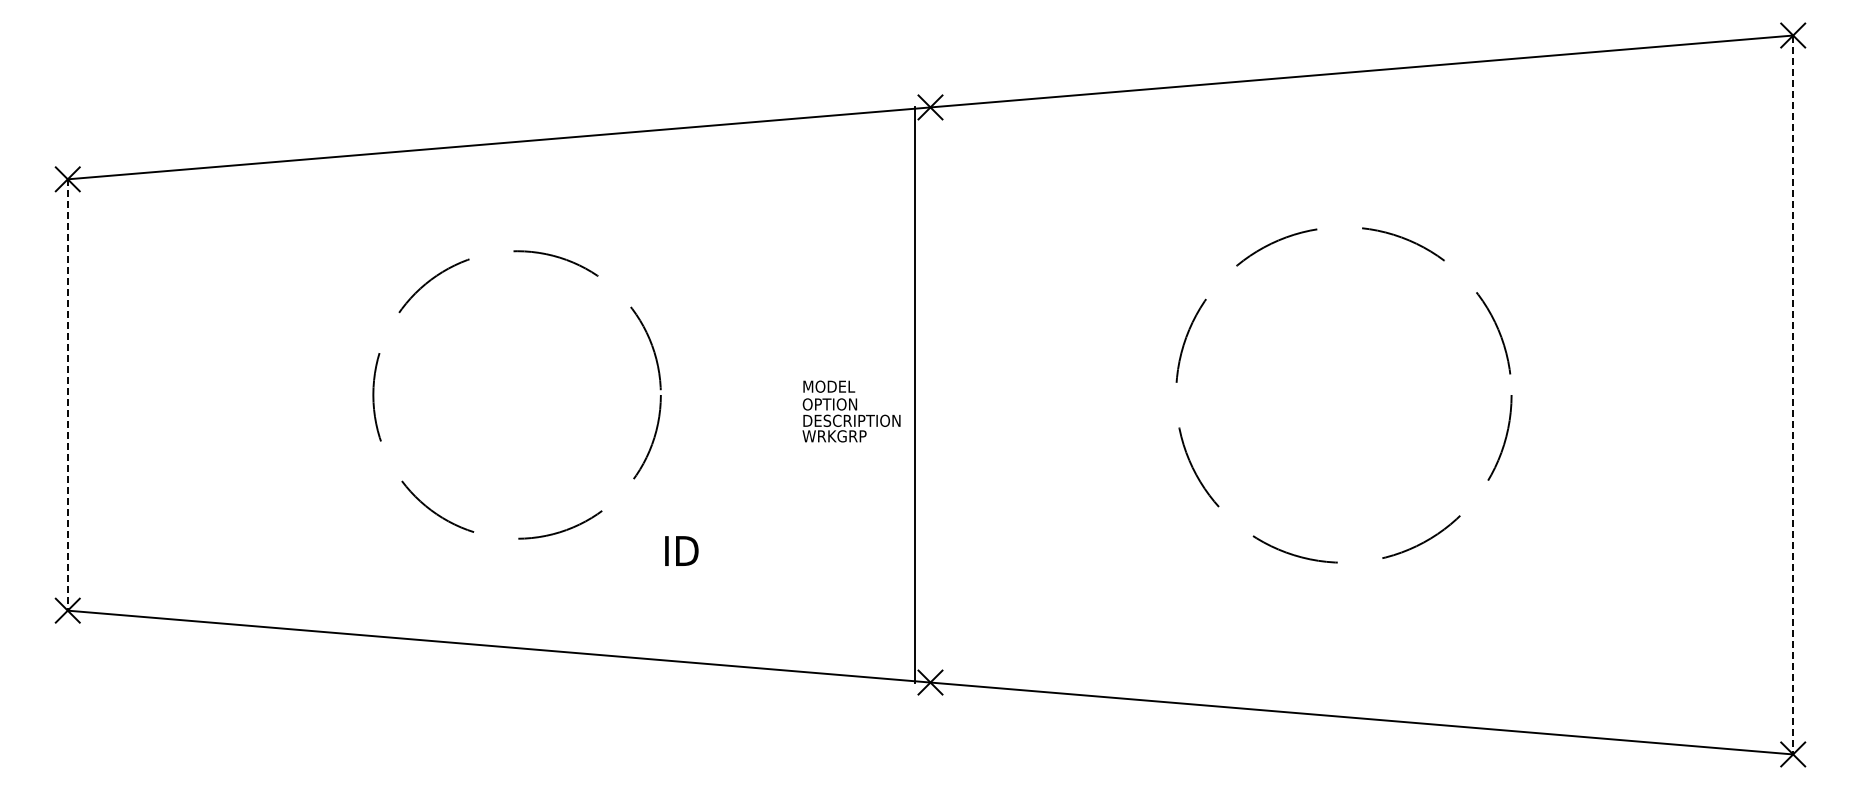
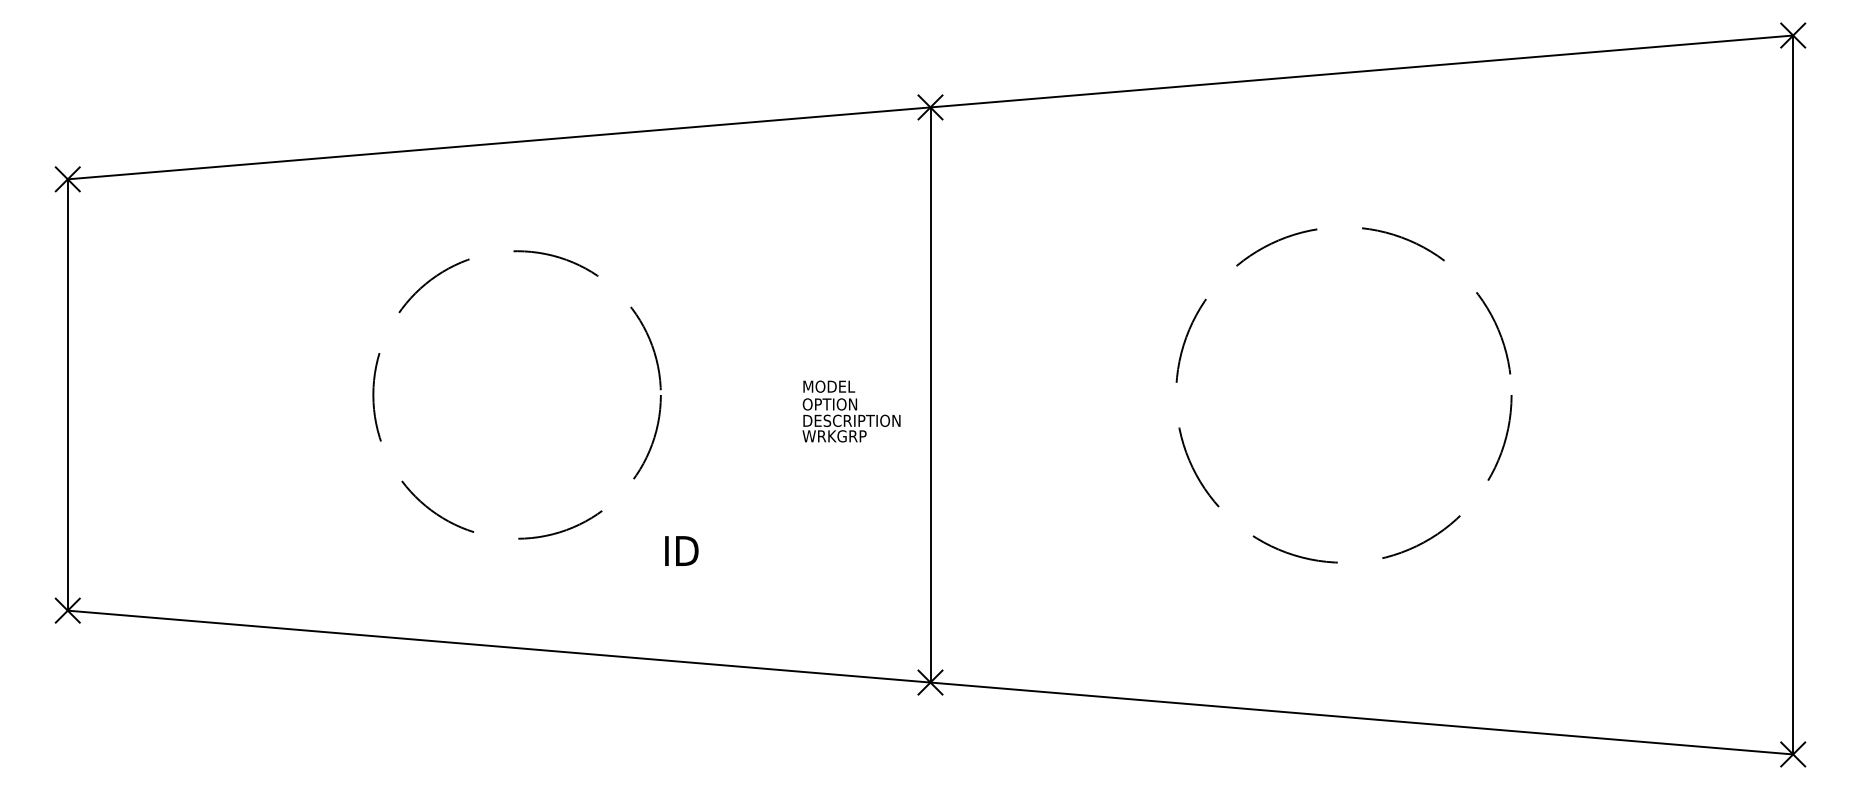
line at (67, 394): dashed -> solid
line at (914, 394) position: (914, 394) -> (930, 394)
line at (1793, 395): dashed -> solid
